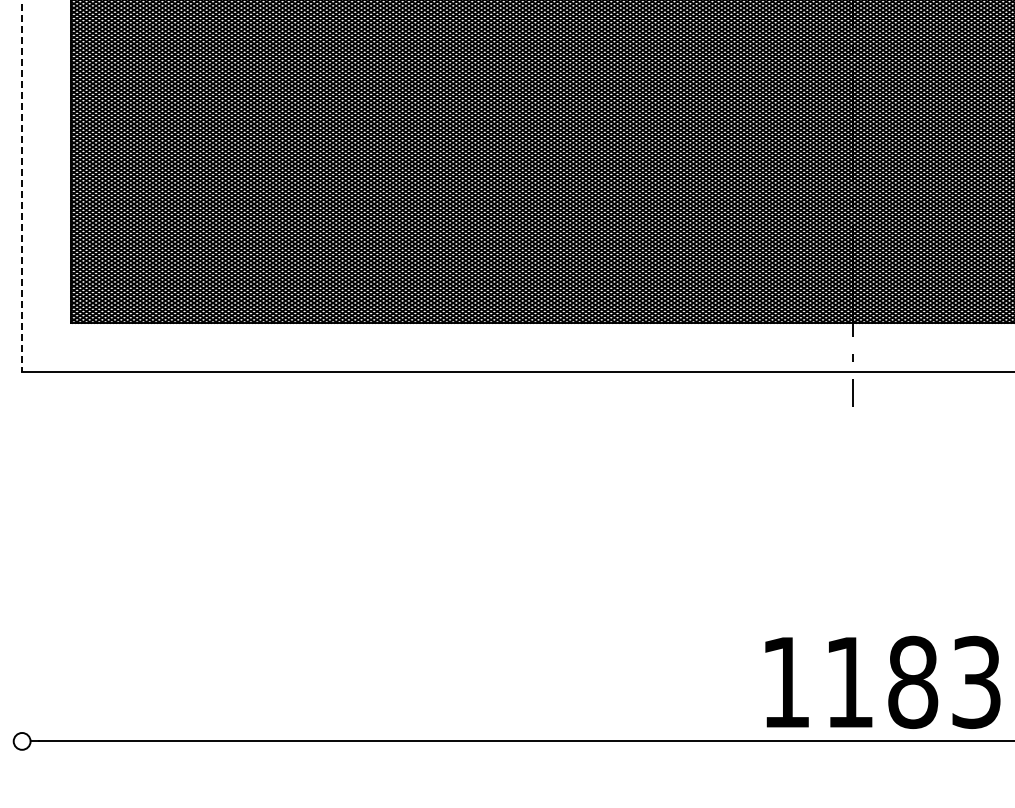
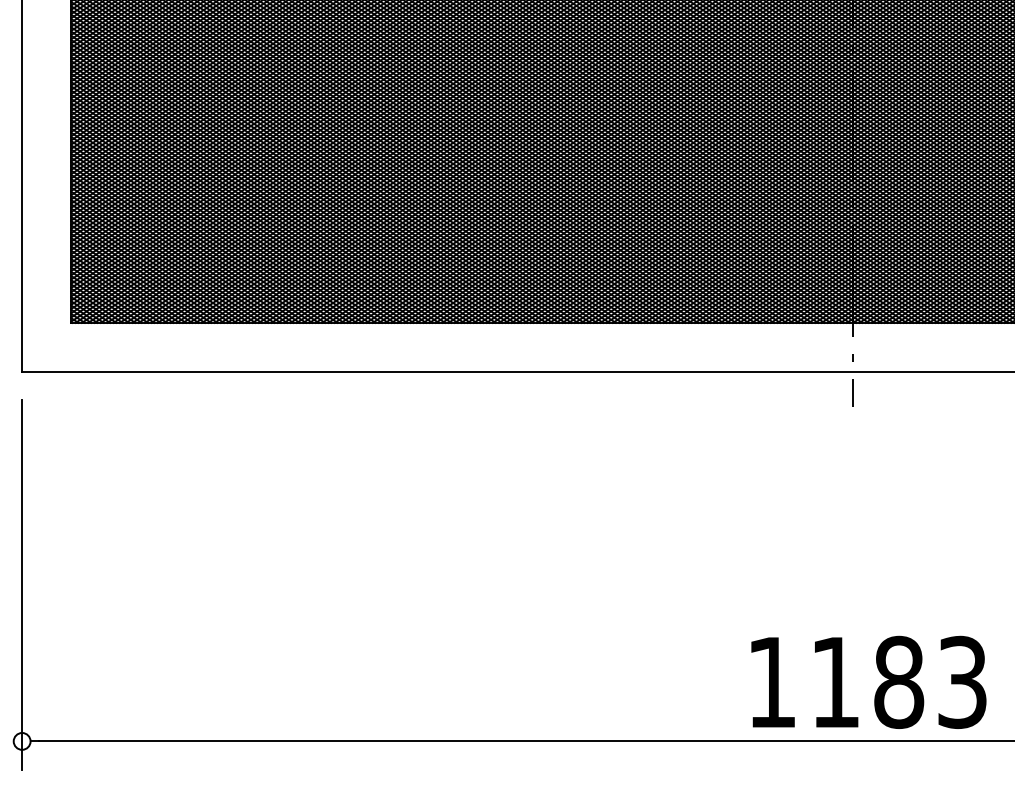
line at (22, 186): dashed -> solid
line at (22, 584): none -> present
text at (882, 681) position: (882, 681) -> (868, 681)
